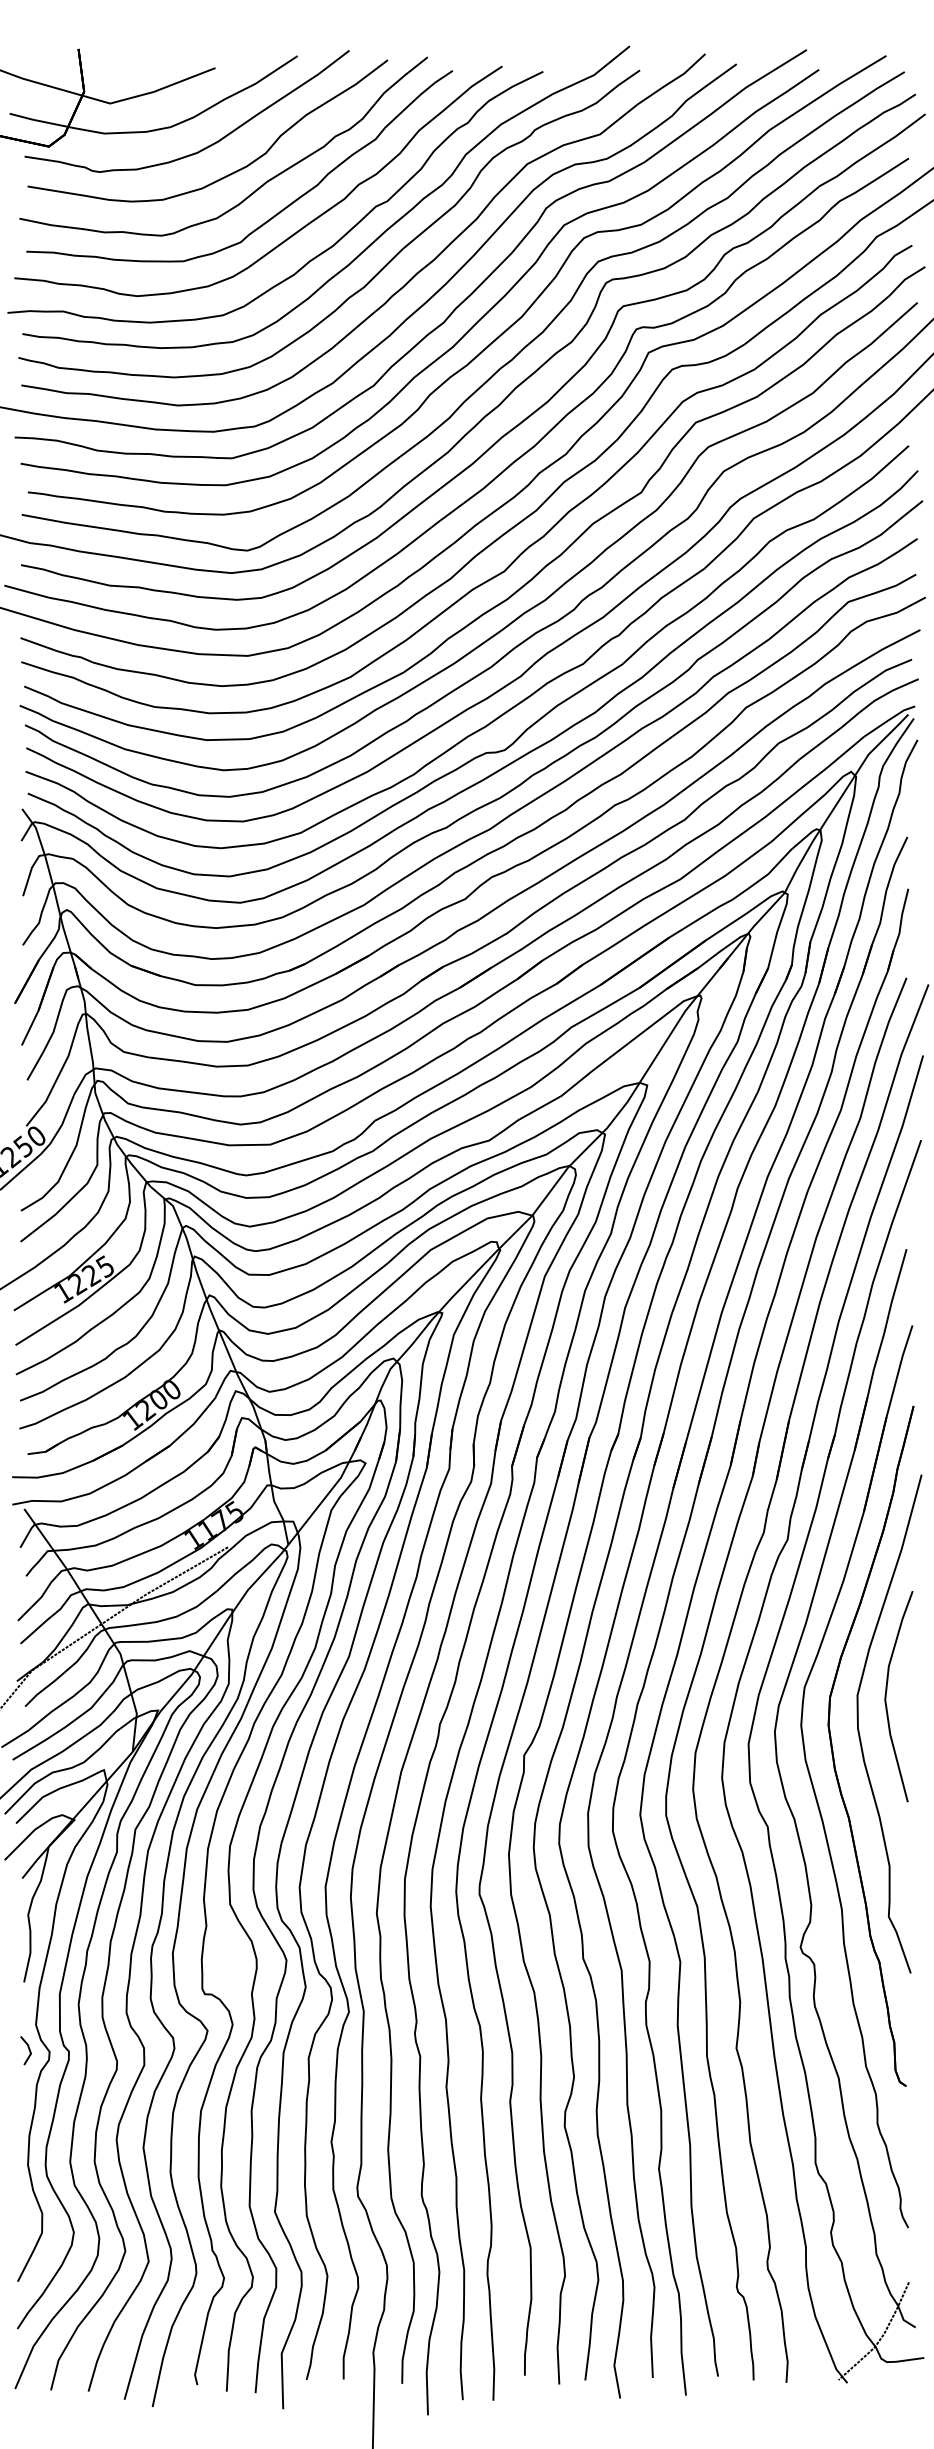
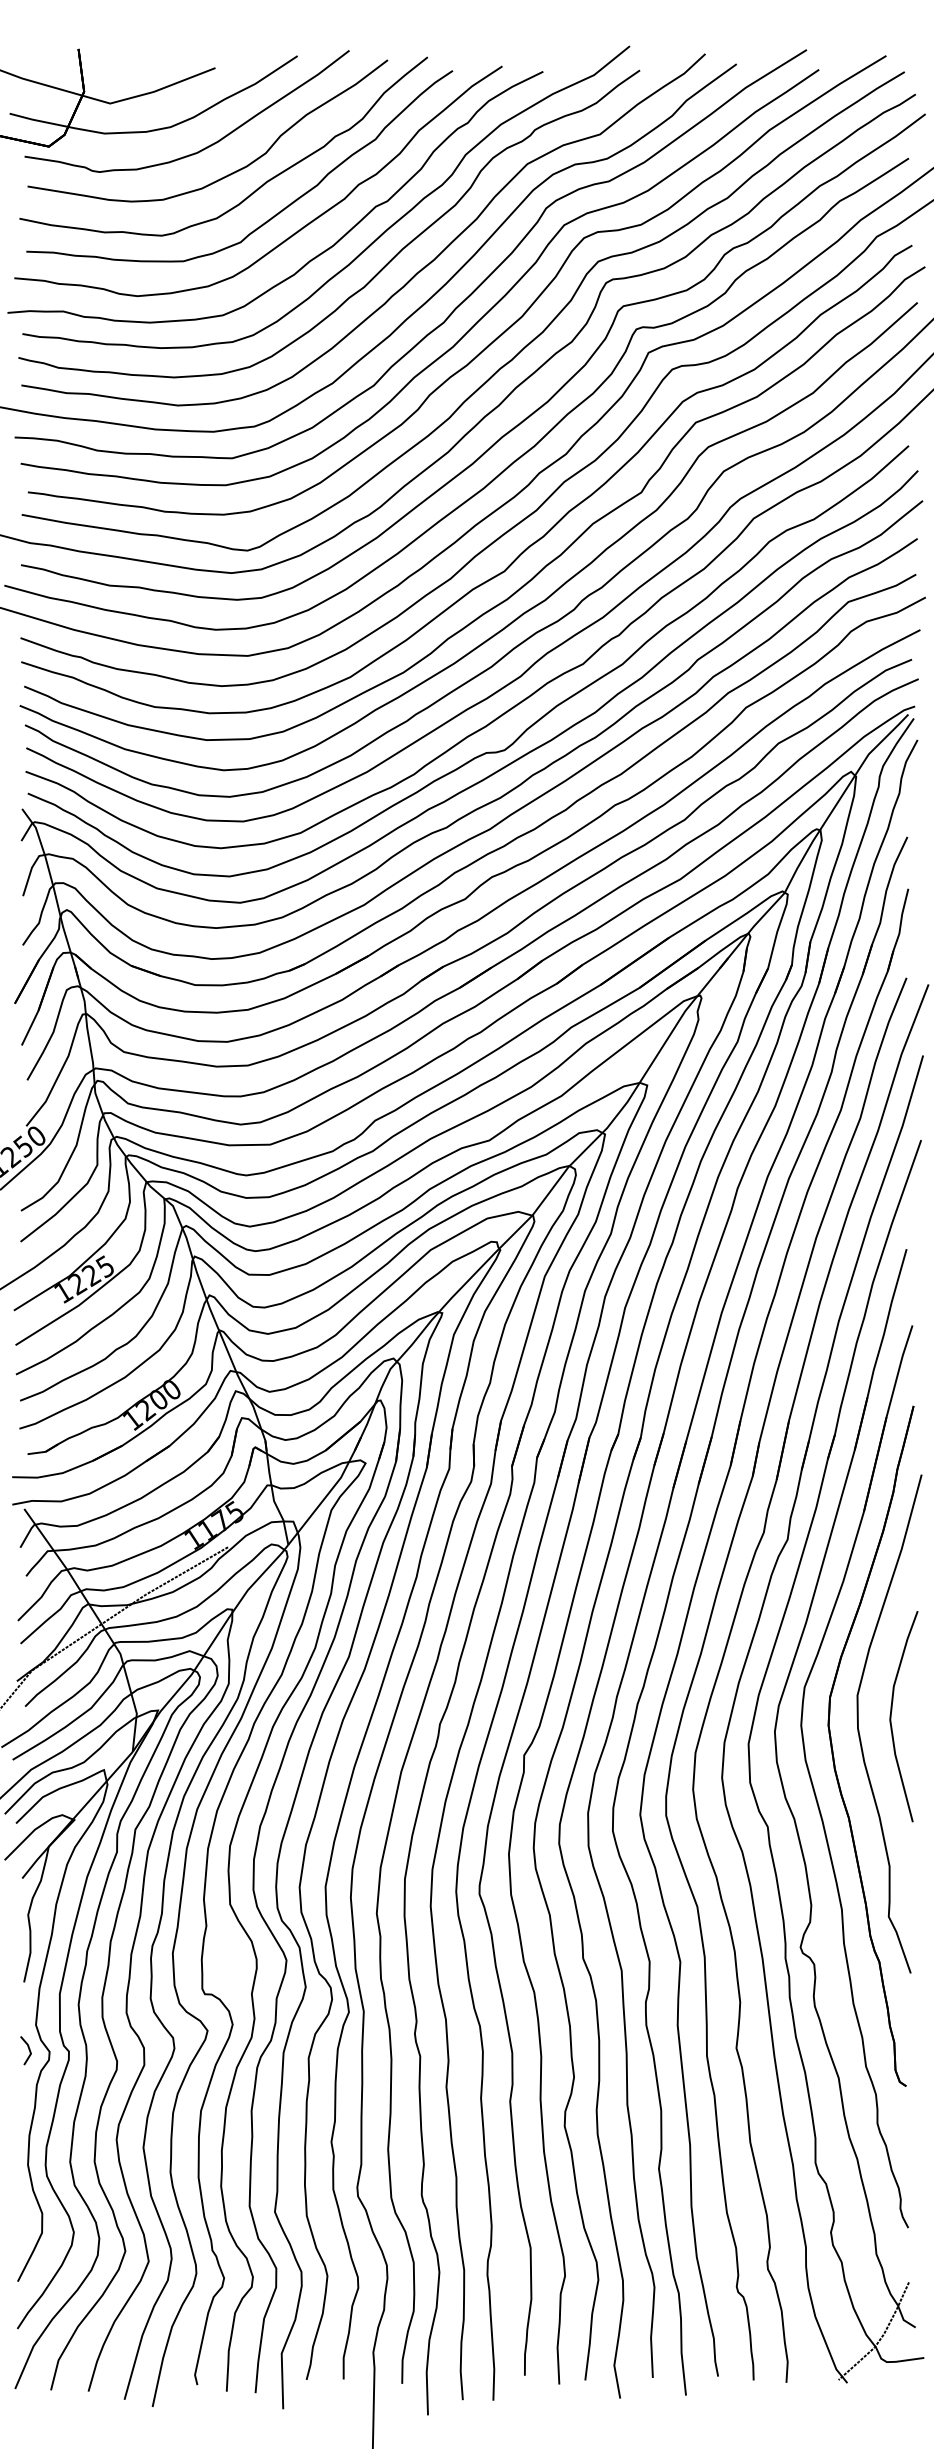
part at (886, 1696) position: (886, 1696) -> (891, 1716)
